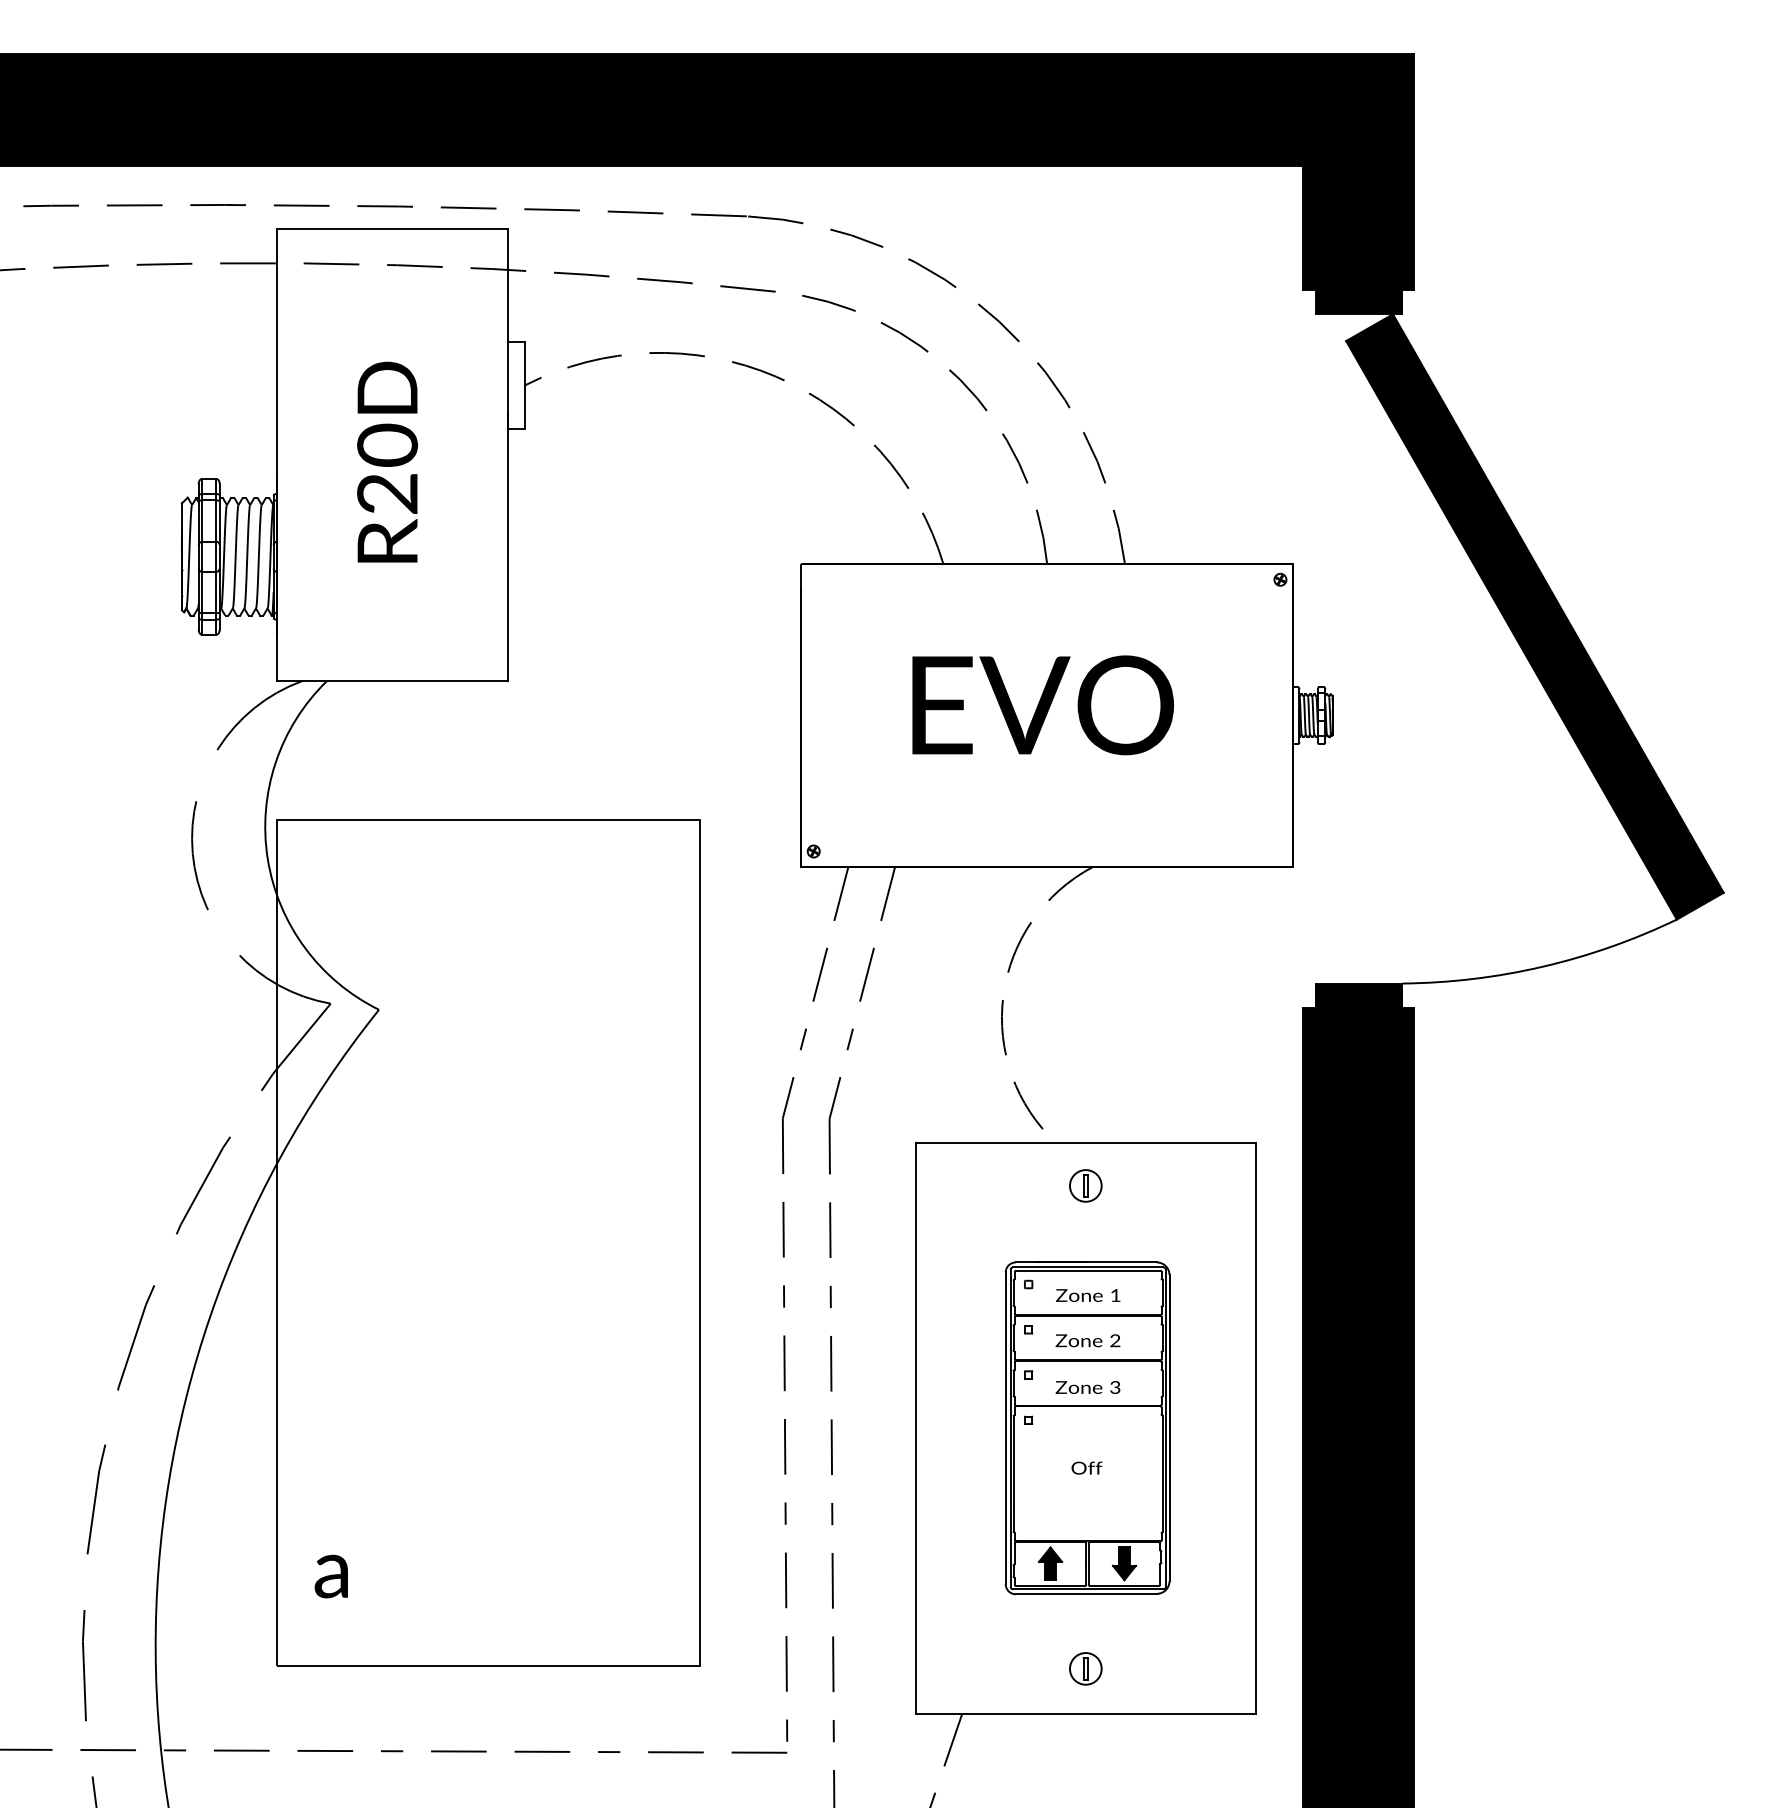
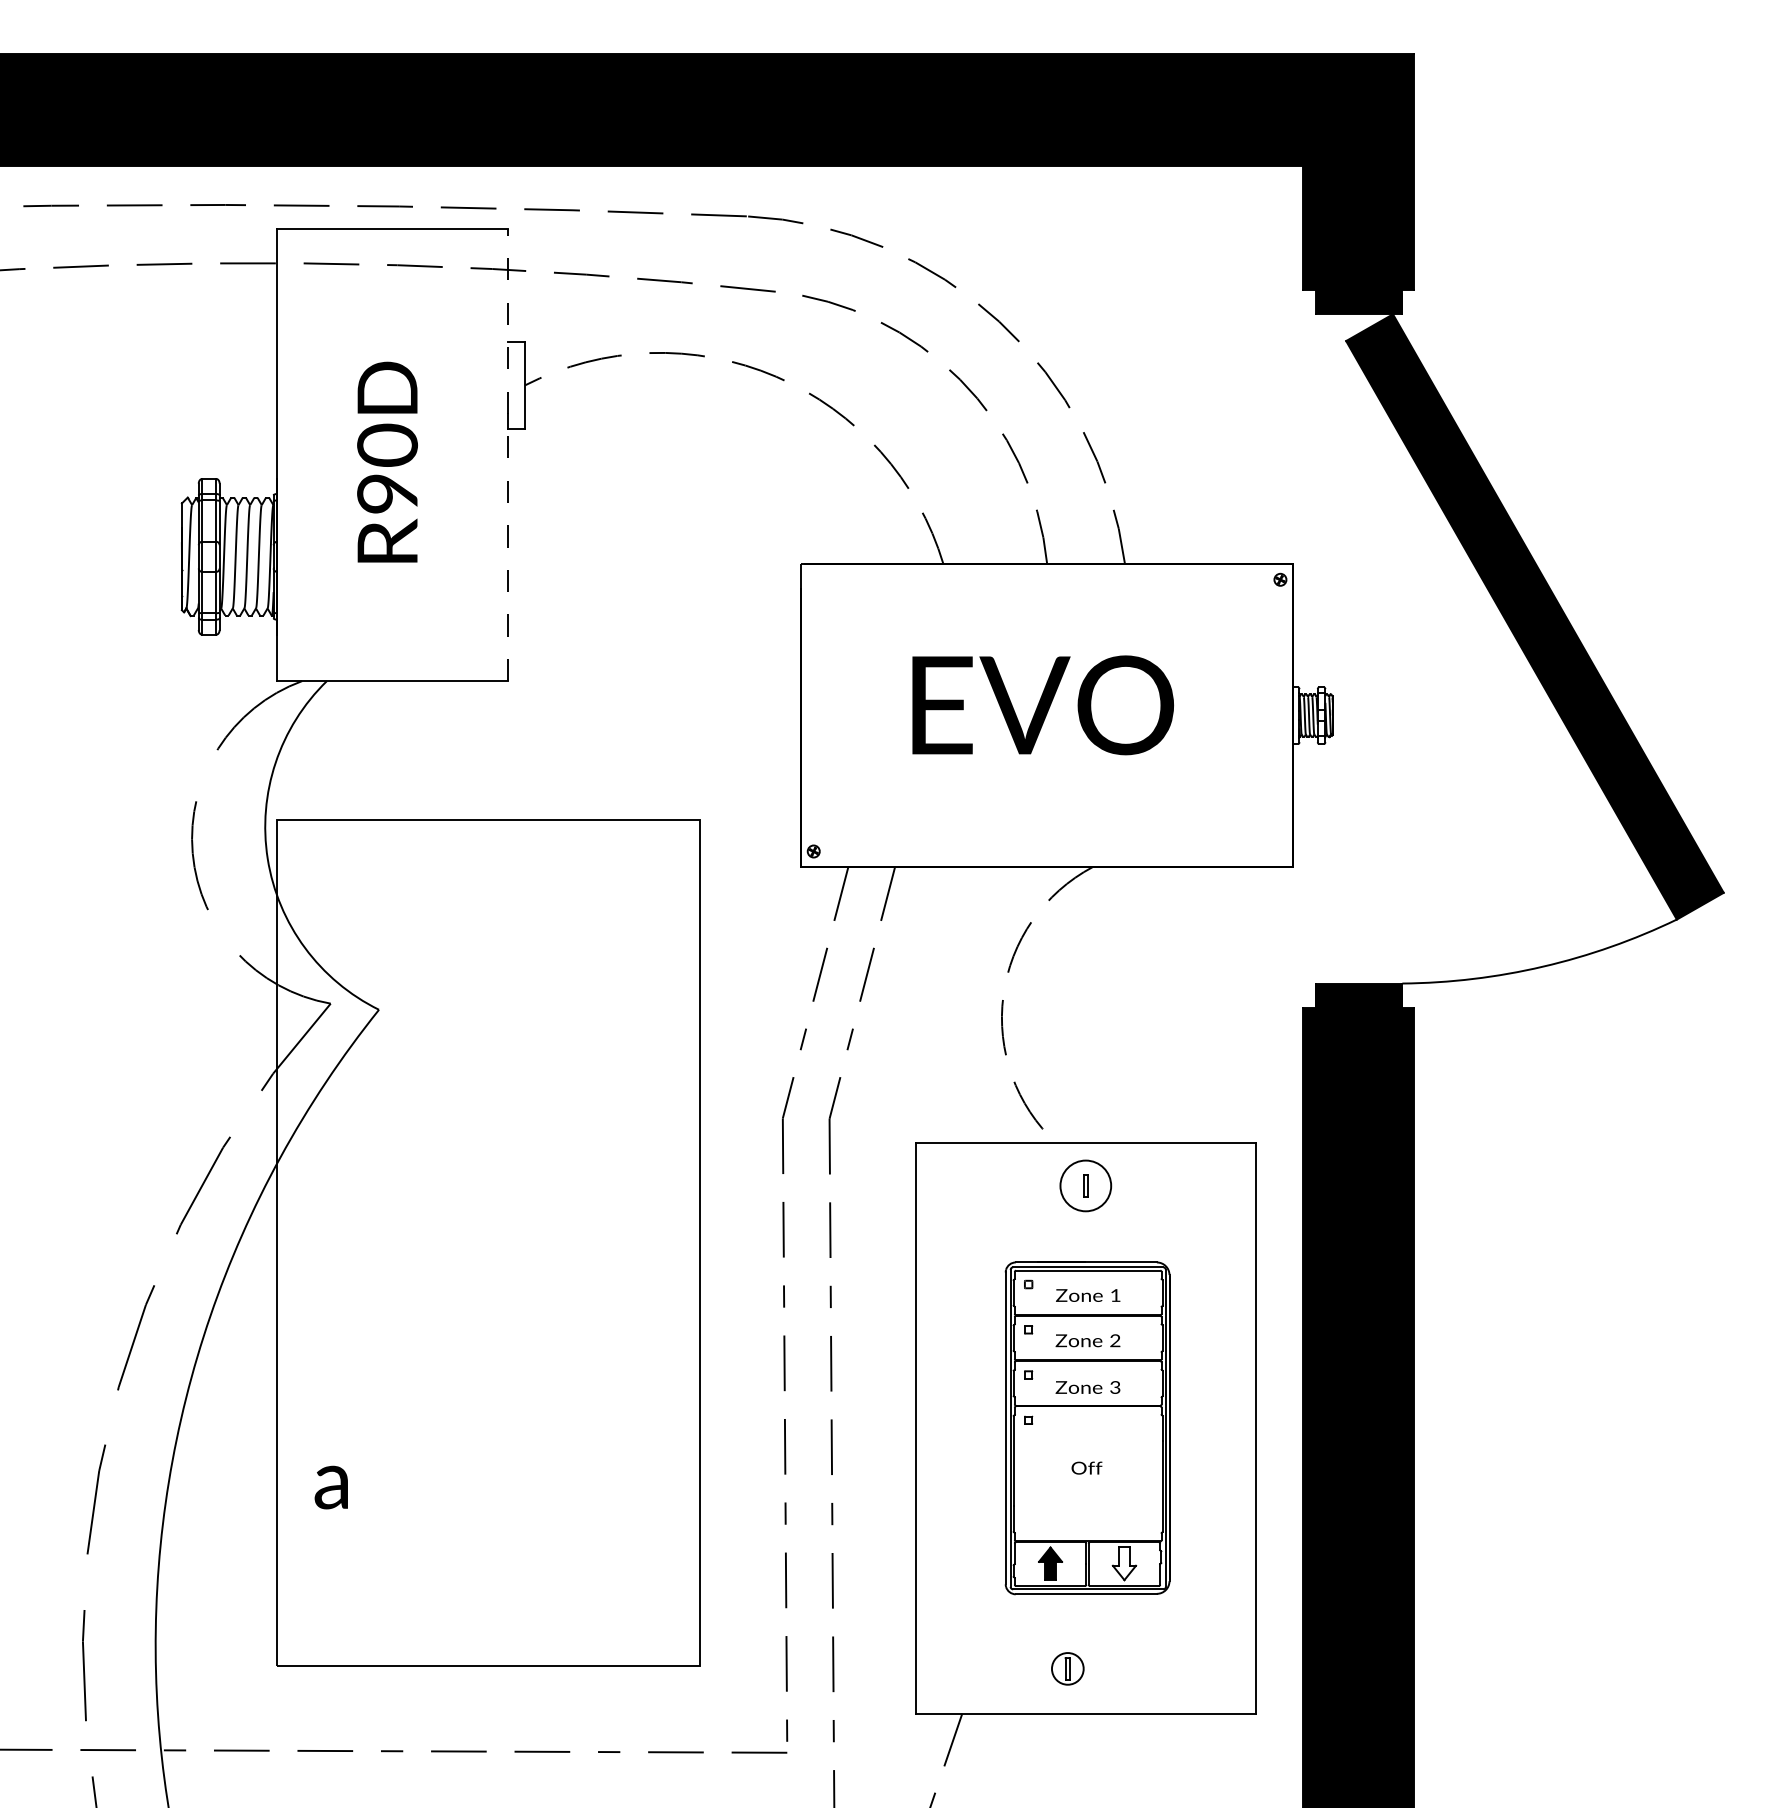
line at (507, 454): solid -> dashed
text at (387, 493): R20D -> R90D
circle at (1085, 1185) diameter: 32 px -> 51 px
fill at (1124, 1563): present -> none
text at (330, 1576) position: (330, 1576) -> (330, 1487)
part at (1085, 1668) position: (1085, 1668) -> (1067, 1668)
